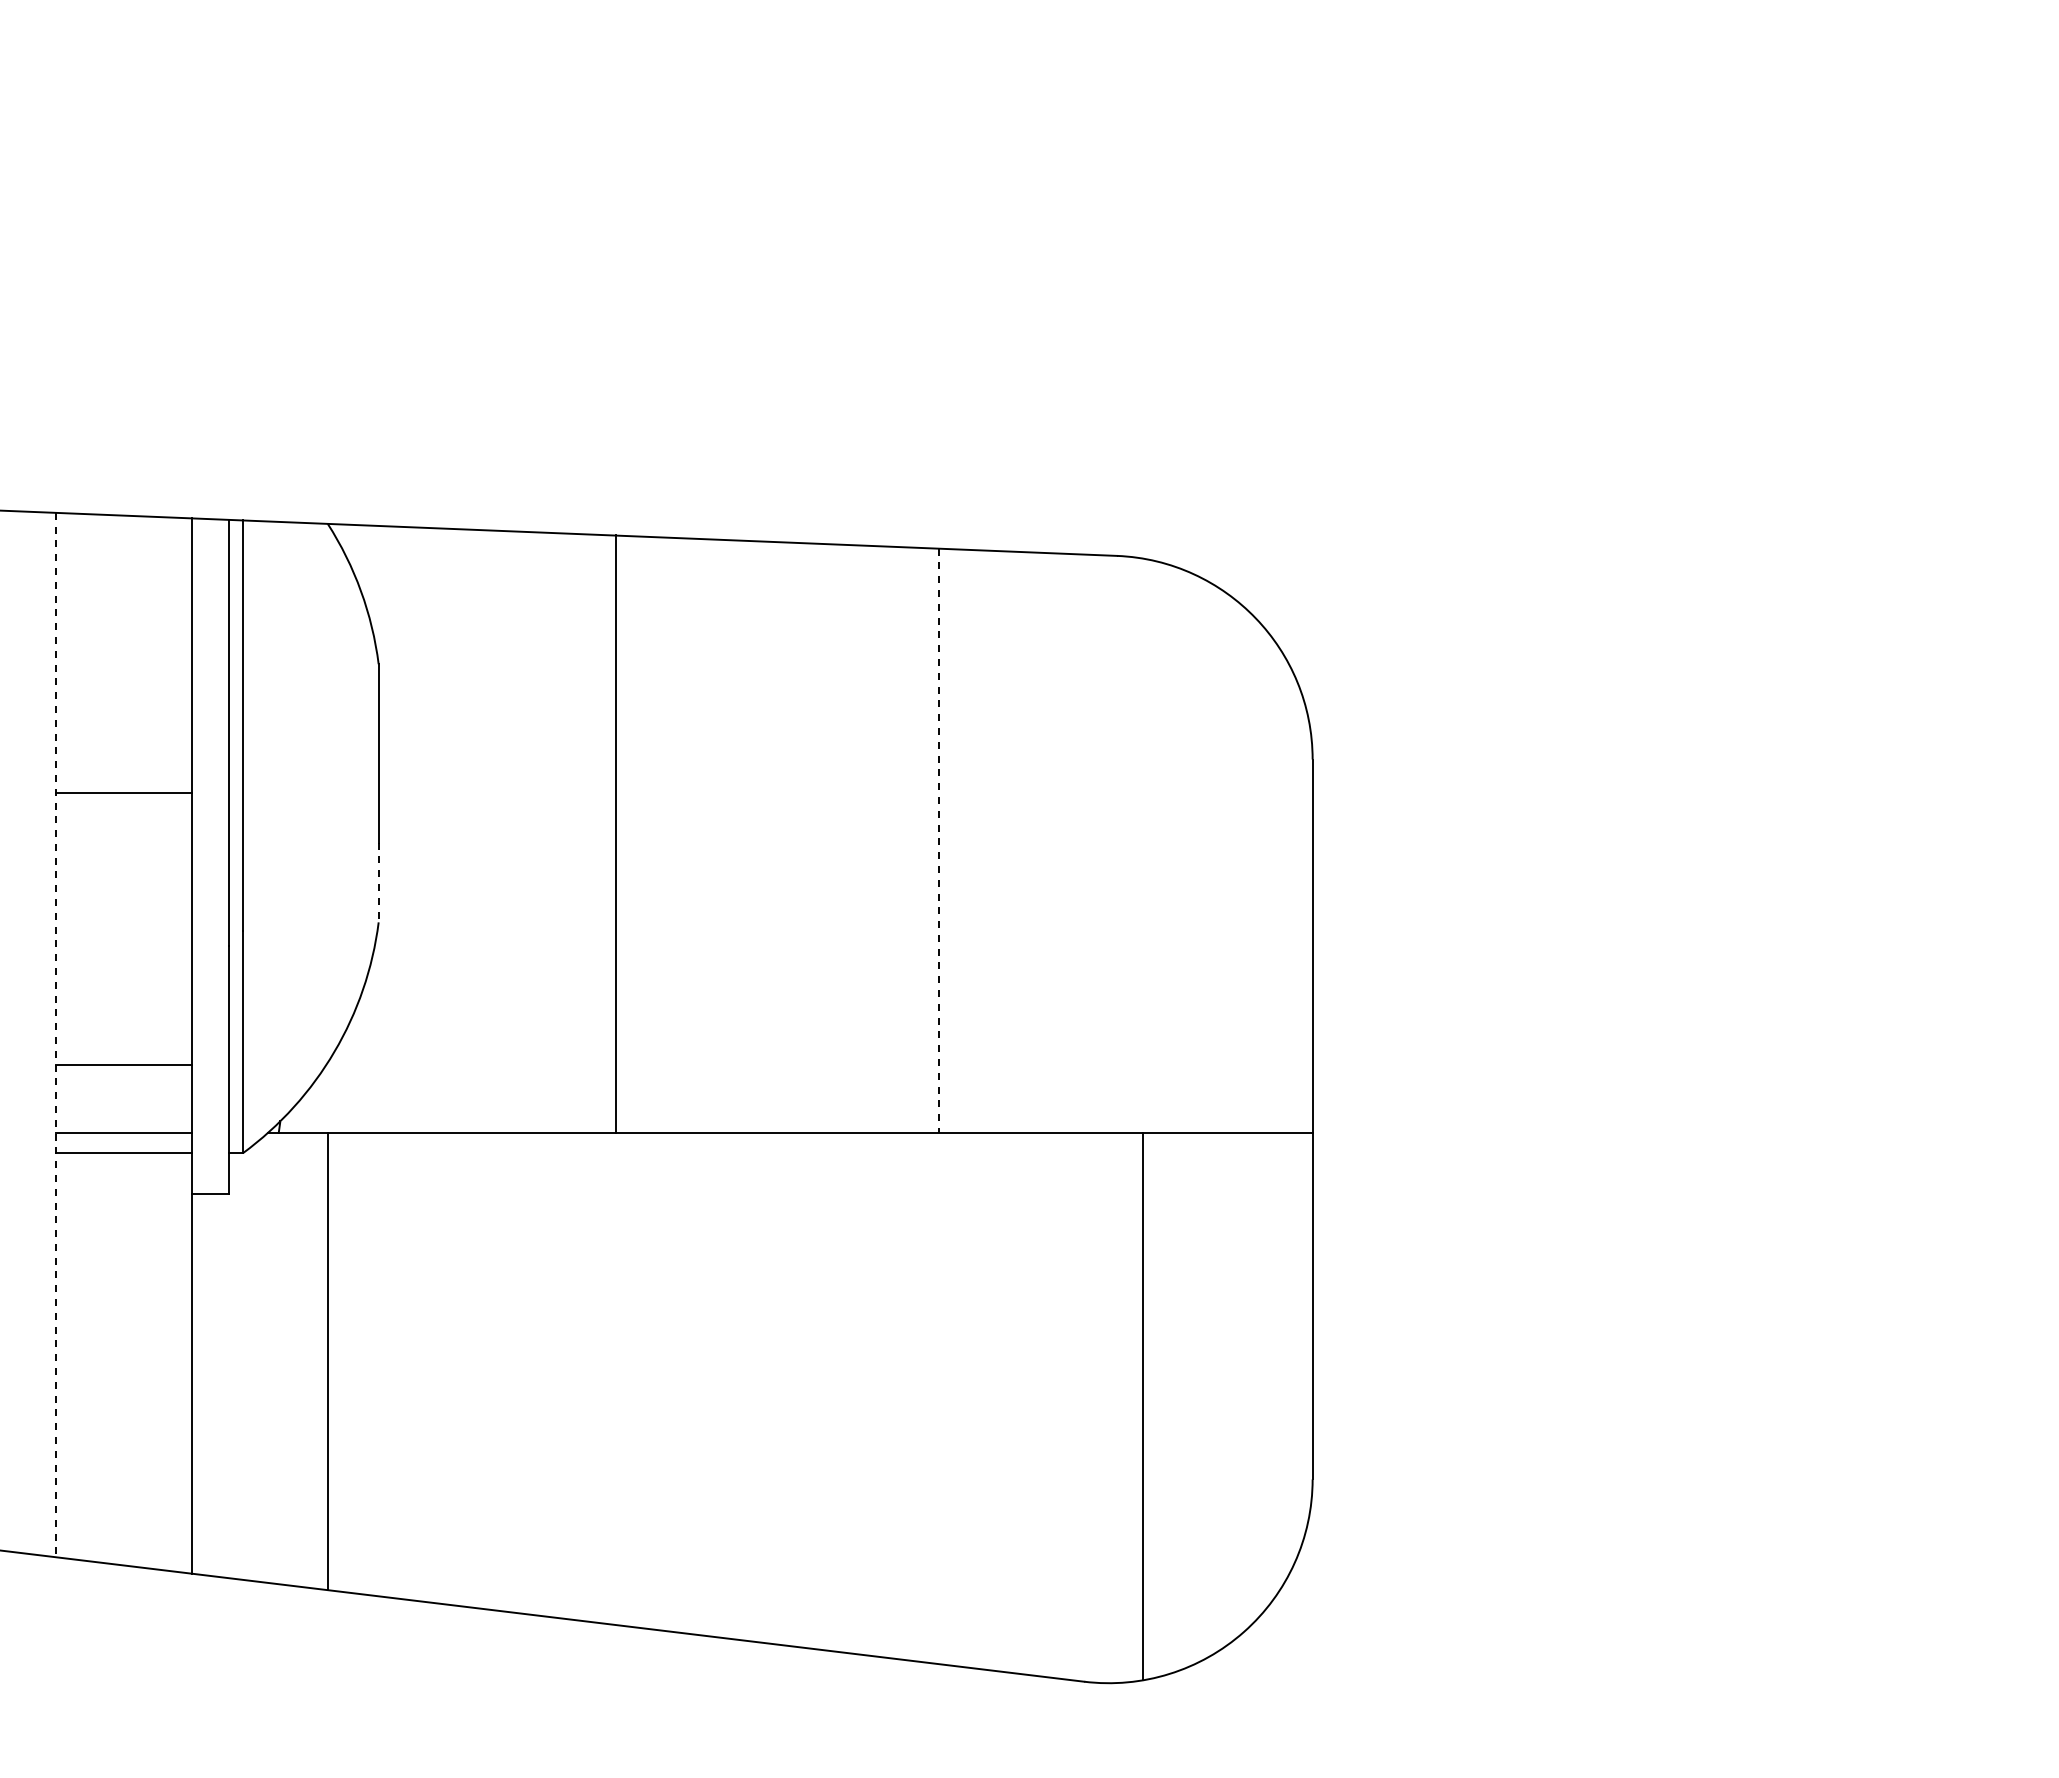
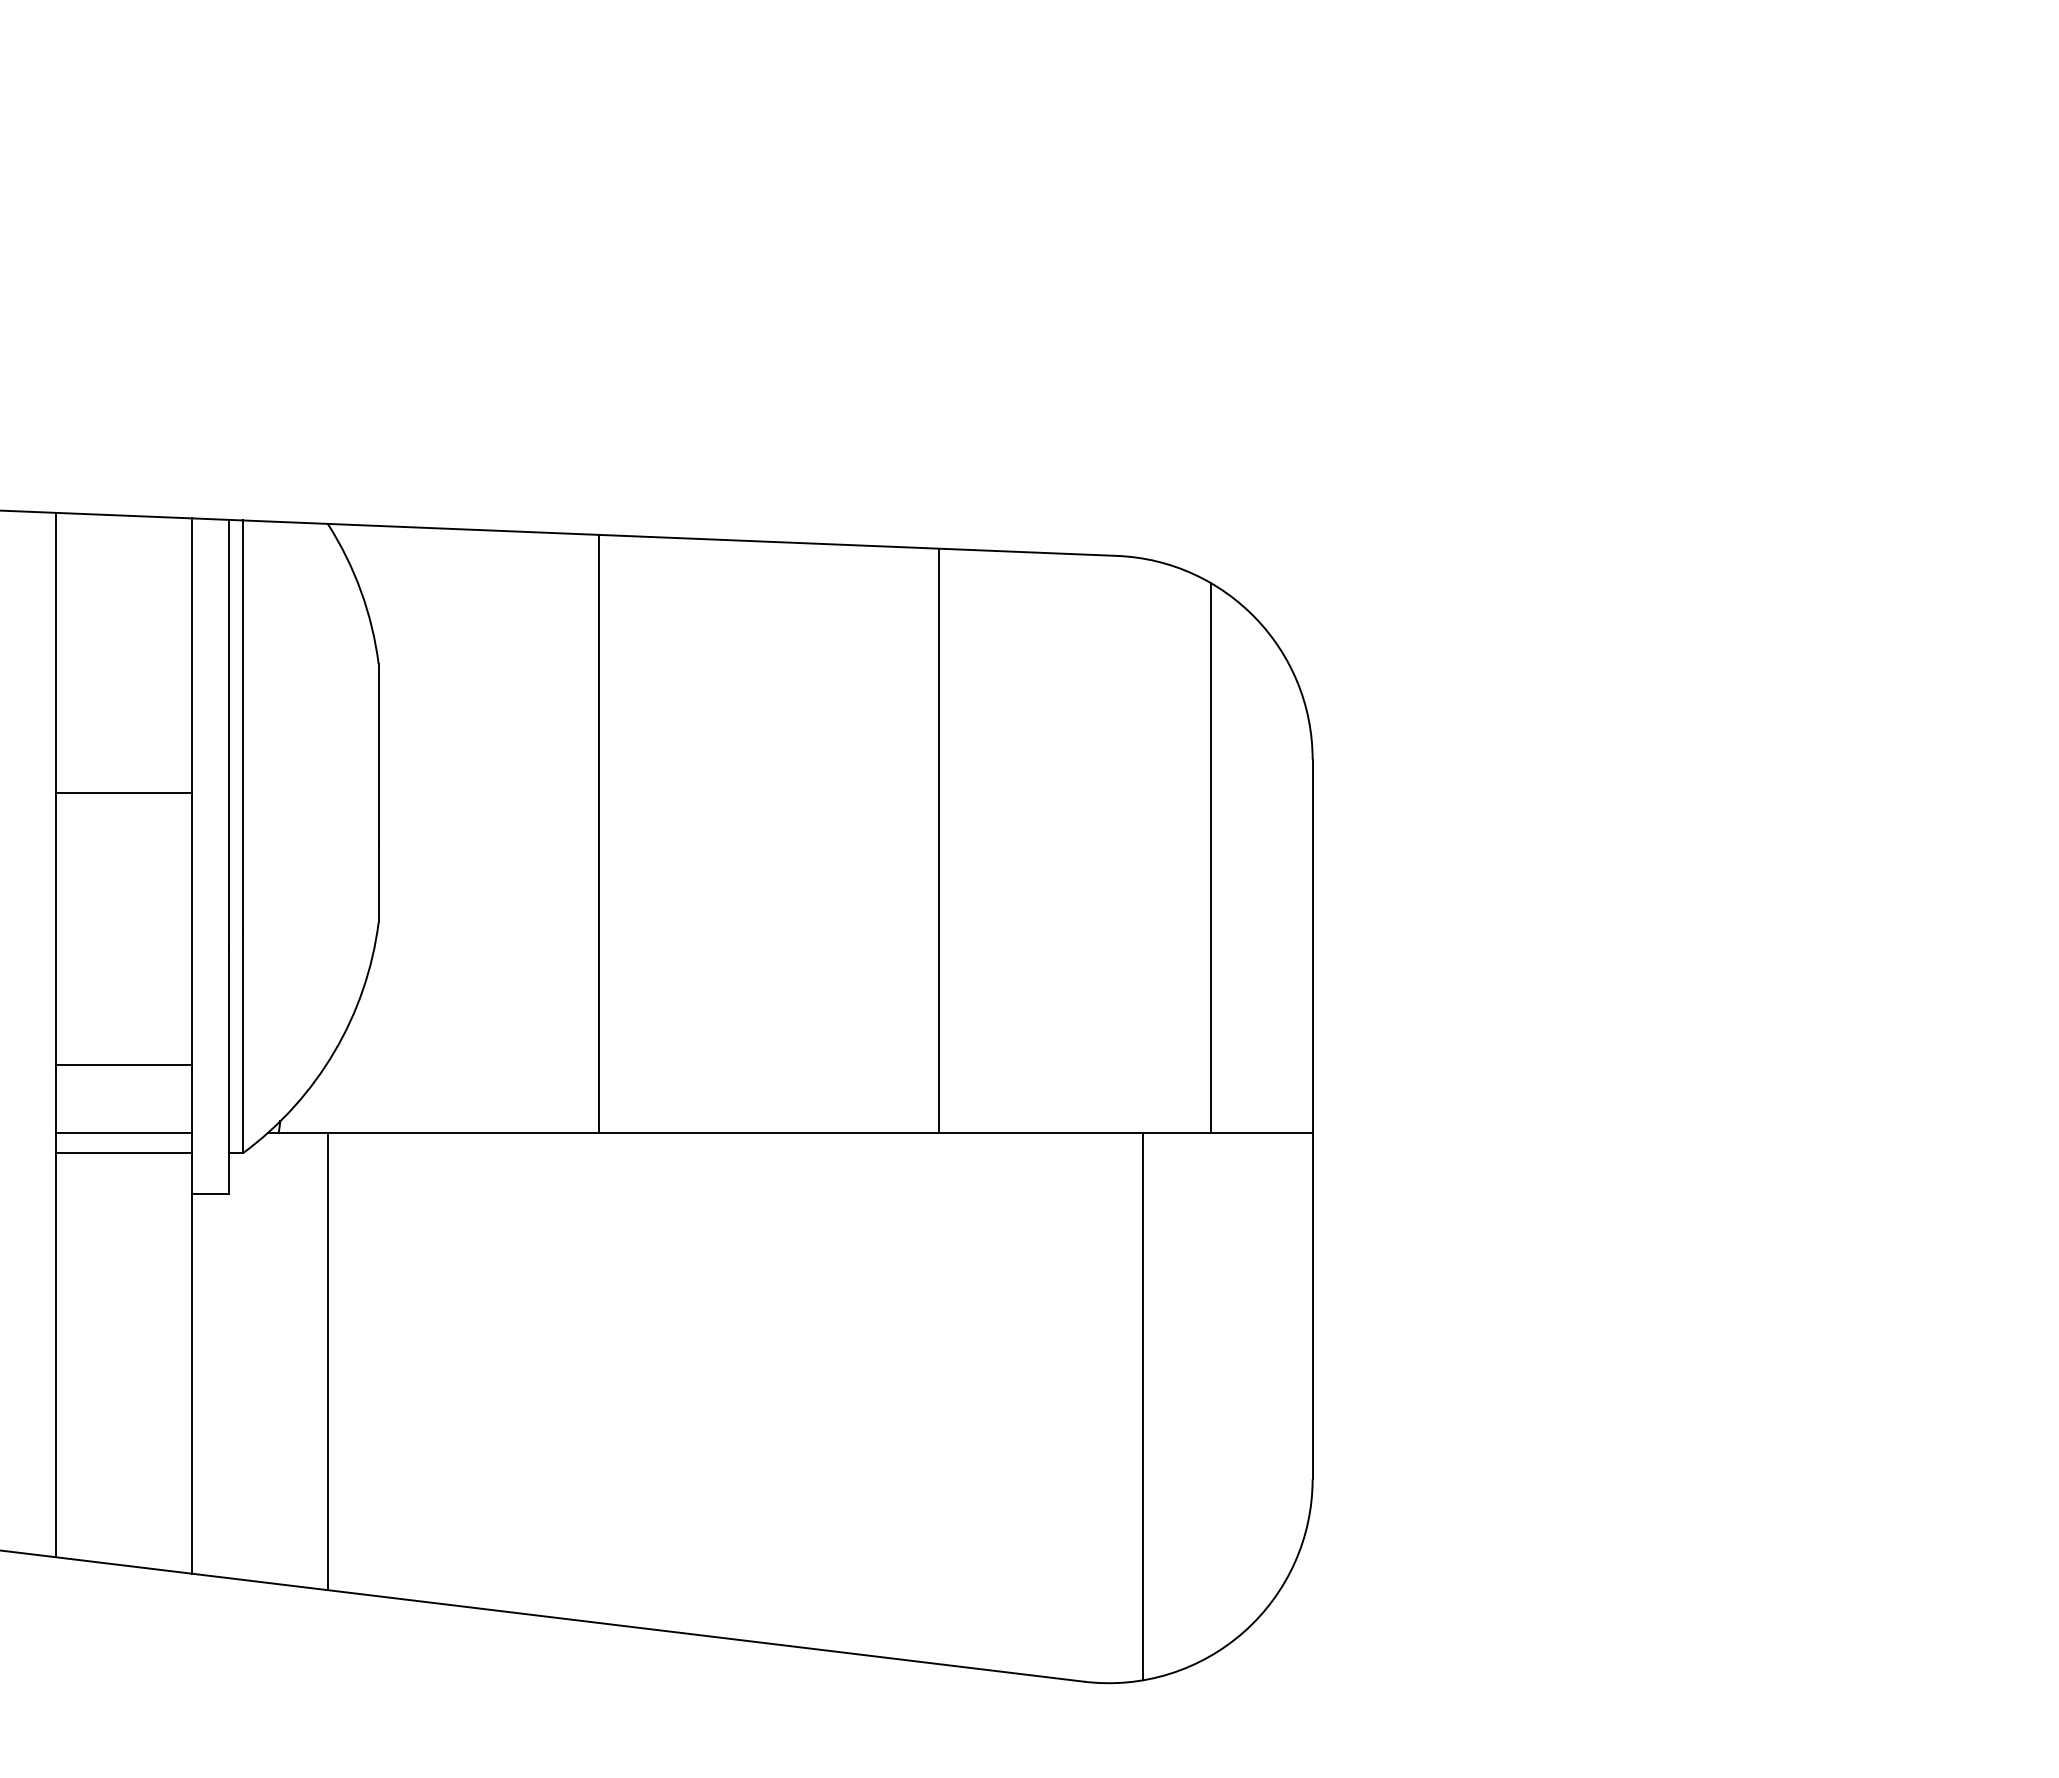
line at (616, 833) position: (616, 833) -> (599, 833)
line at (939, 841): dashed -> solid
line at (1210, 857): none -> present
line at (378, 882): dashed -> solid
line at (56, 1035): dashed -> solid
